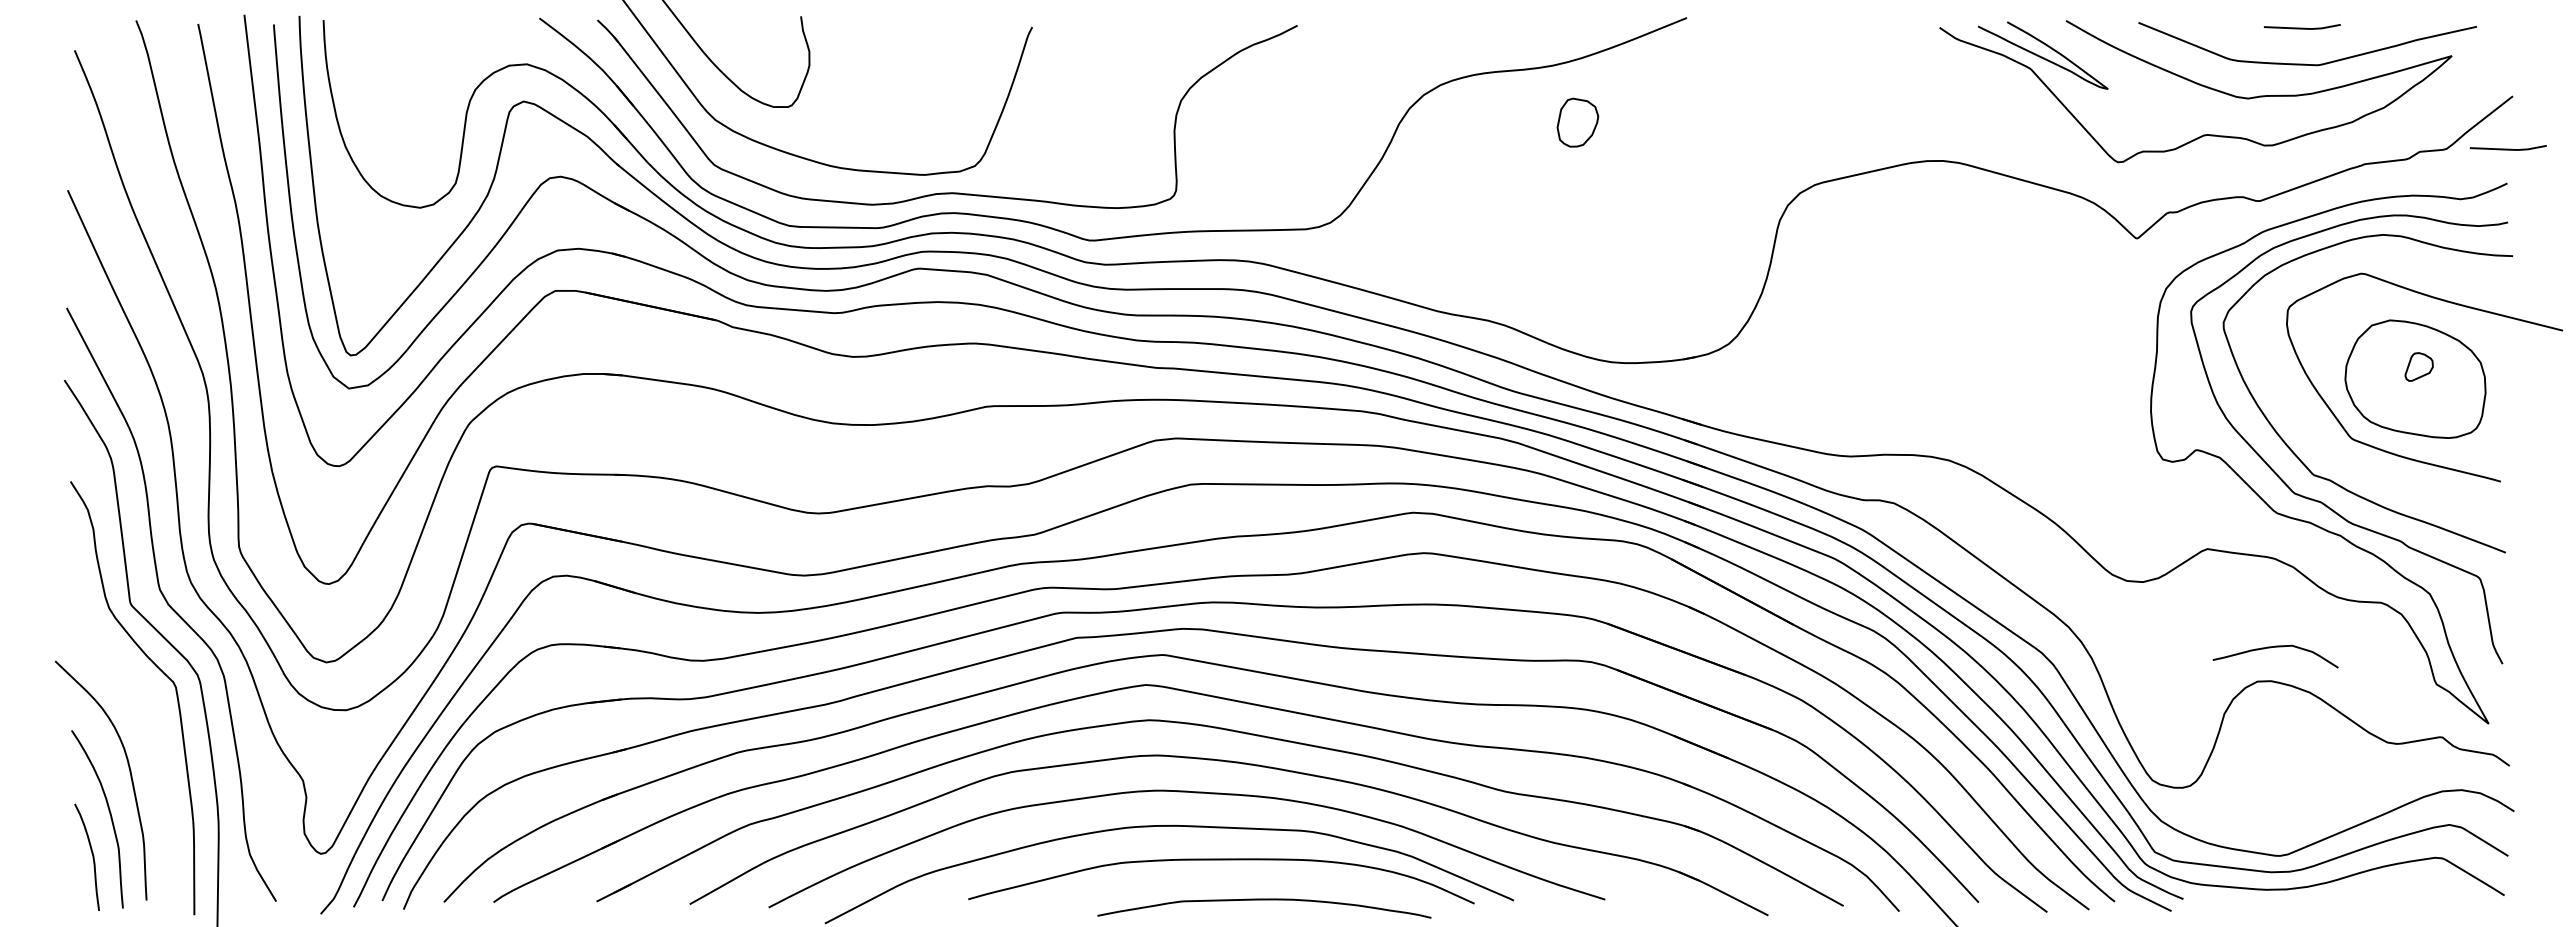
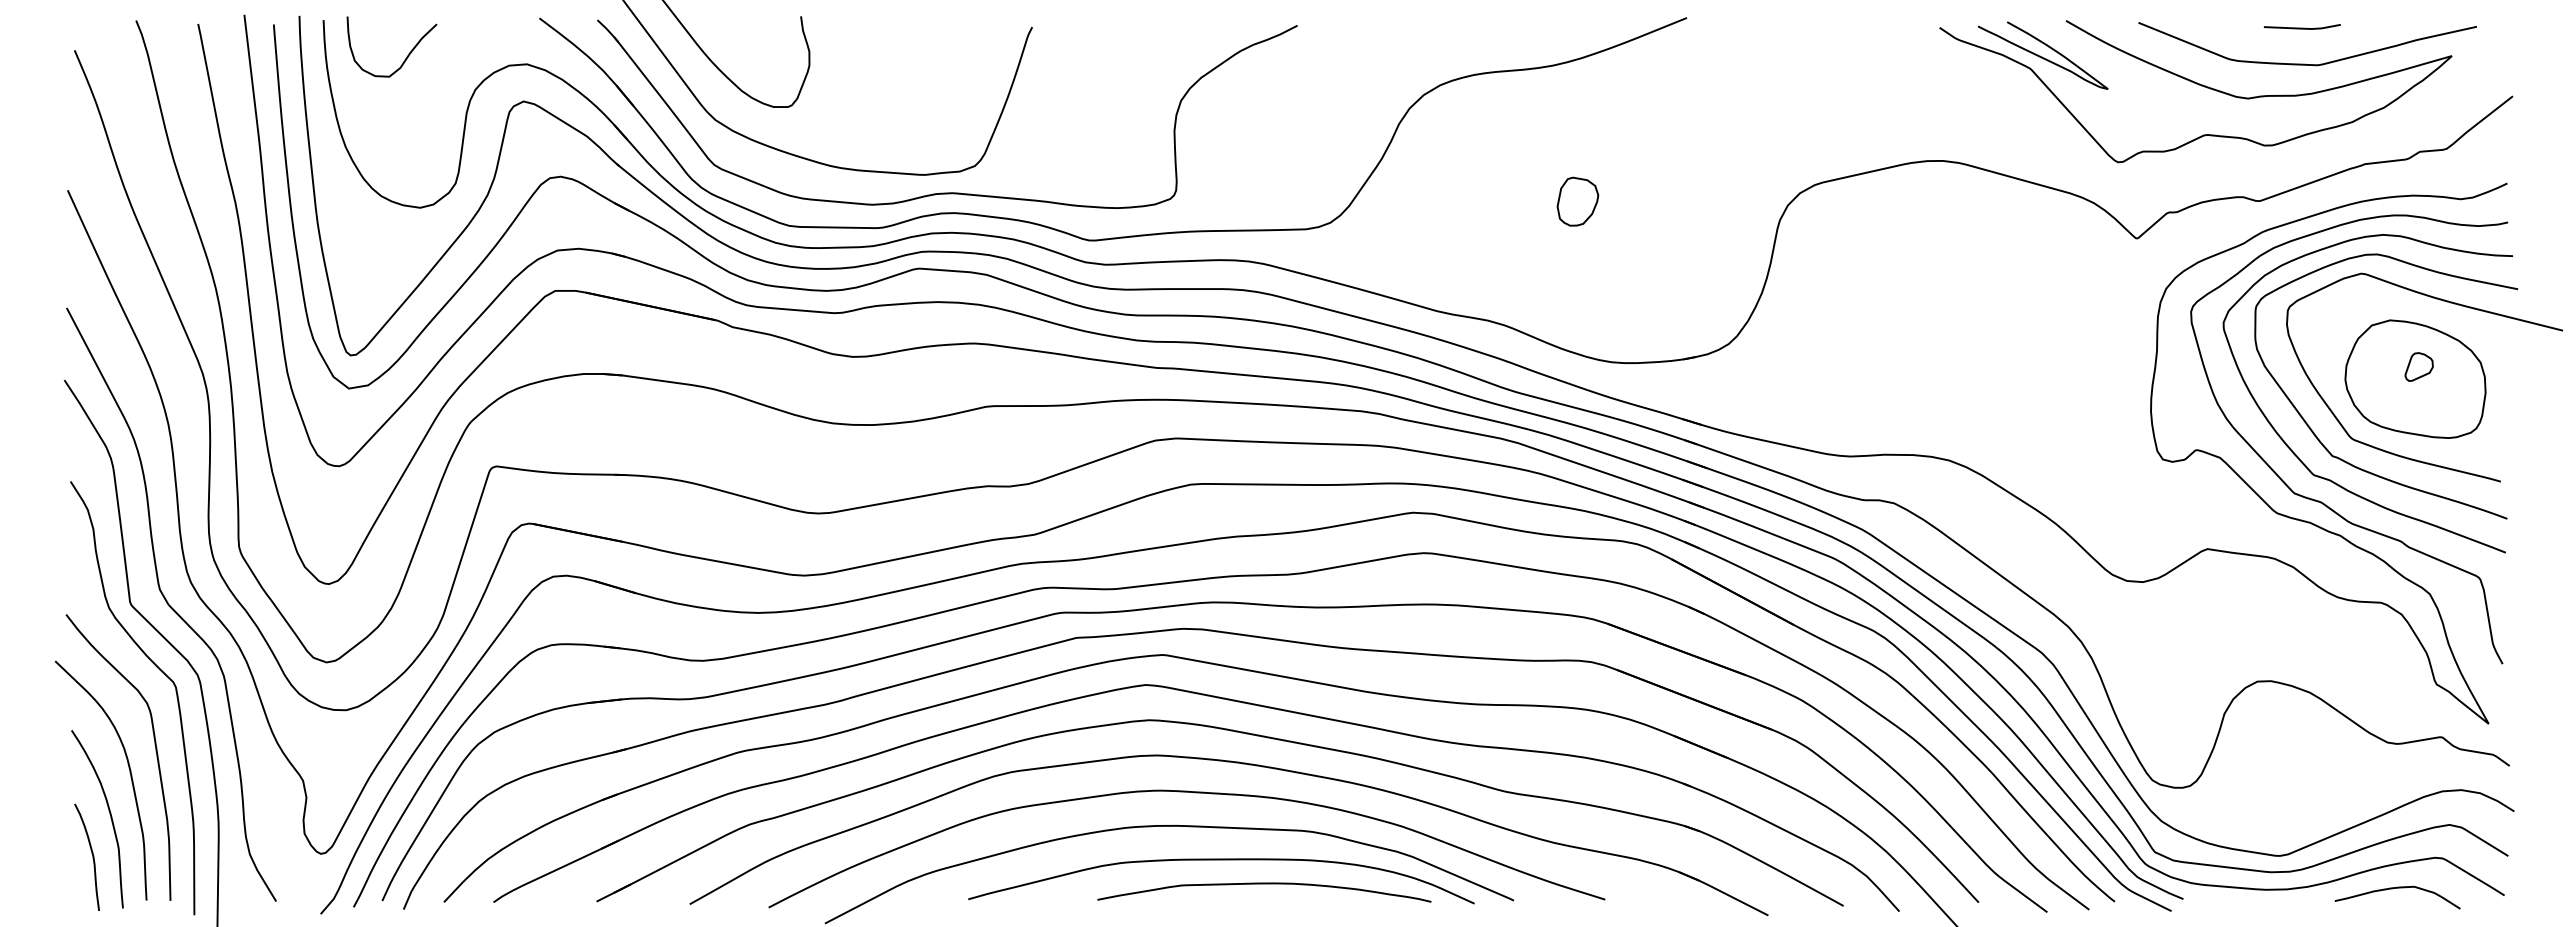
curve at (406, 56): none -> present
part at (1577, 122) position: (1577, 122) -> (1577, 201)
line at (2507, 148): present -> none
curve at (2349, 462): none -> present
curve at (2271, 648) position: (2271, 648) -> (2393, 889)
curve at (155, 751): none -> present
curve at (1264, 900) position: (1264, 900) -> (1264, 884)
